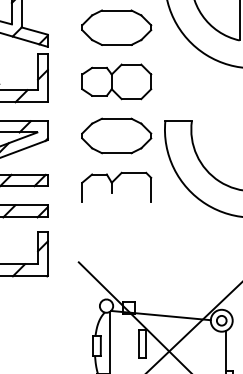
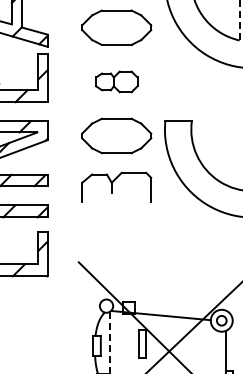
line at (239, 19): solid -> dashed
part at (116, 81) size: 72x38 px -> 44x24 px
line at (110, 342): solid -> dashed
